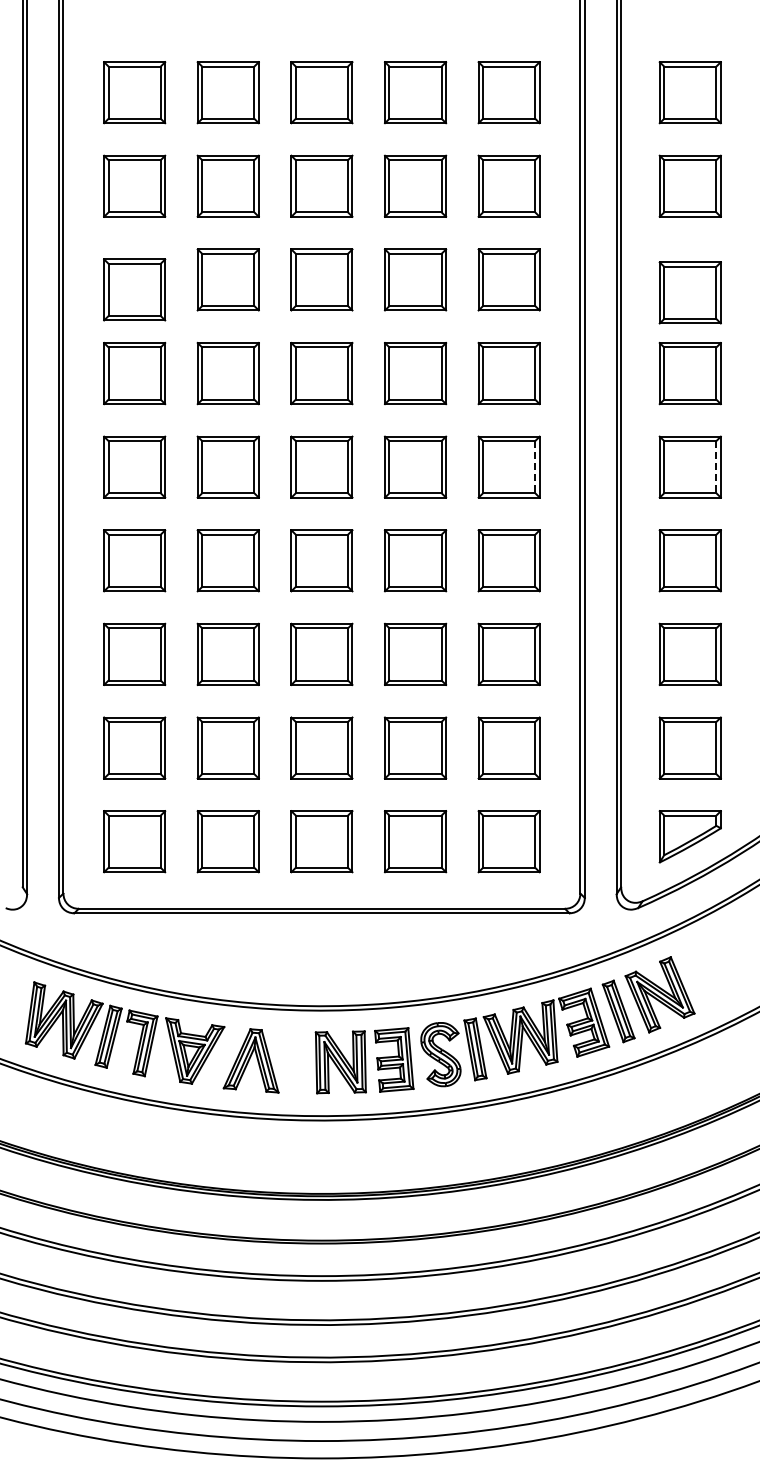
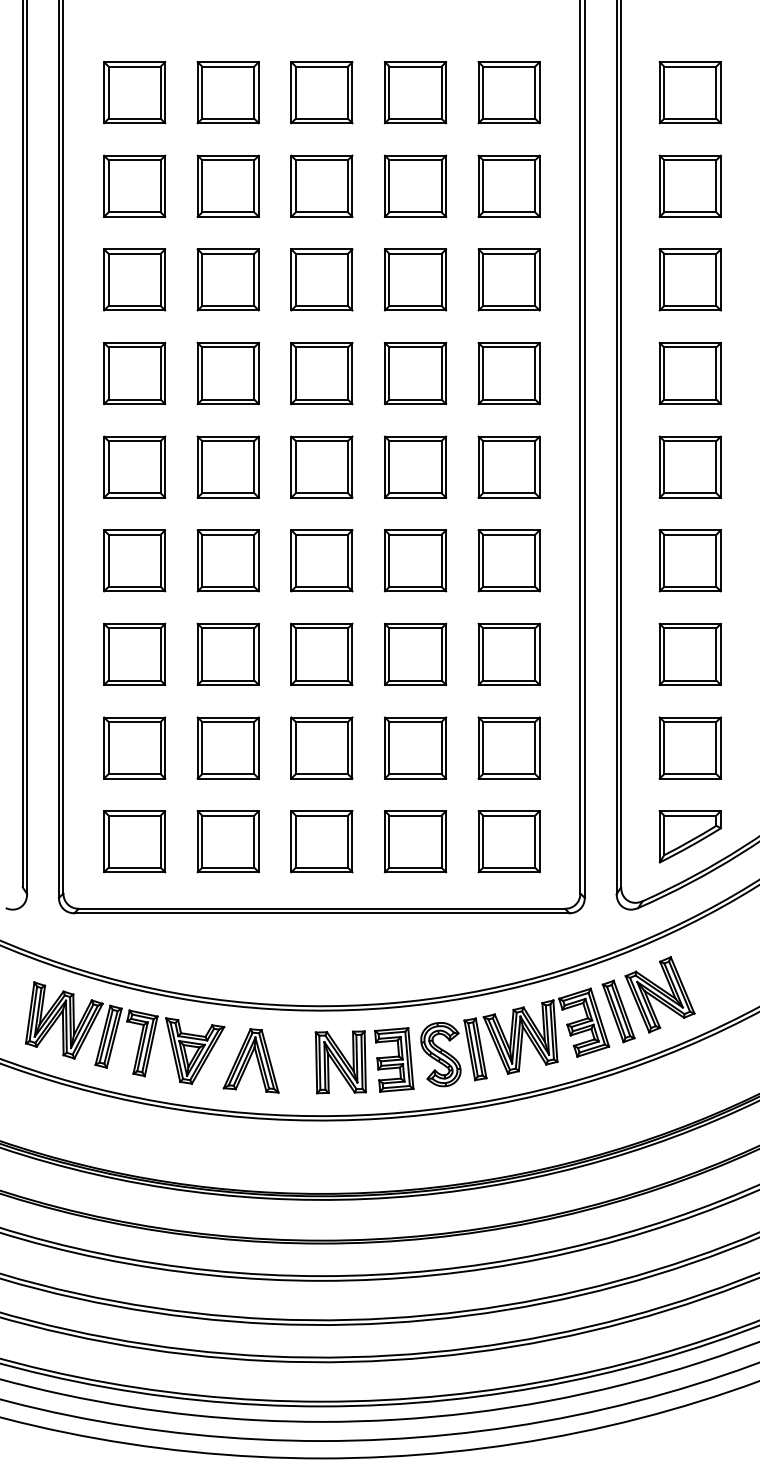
part at (134, 289) position: (134, 289) -> (134, 279)
part at (689, 292) position: (689, 292) -> (689, 279)
line at (535, 467): dashed -> solid
line at (716, 467): dashed -> solid
